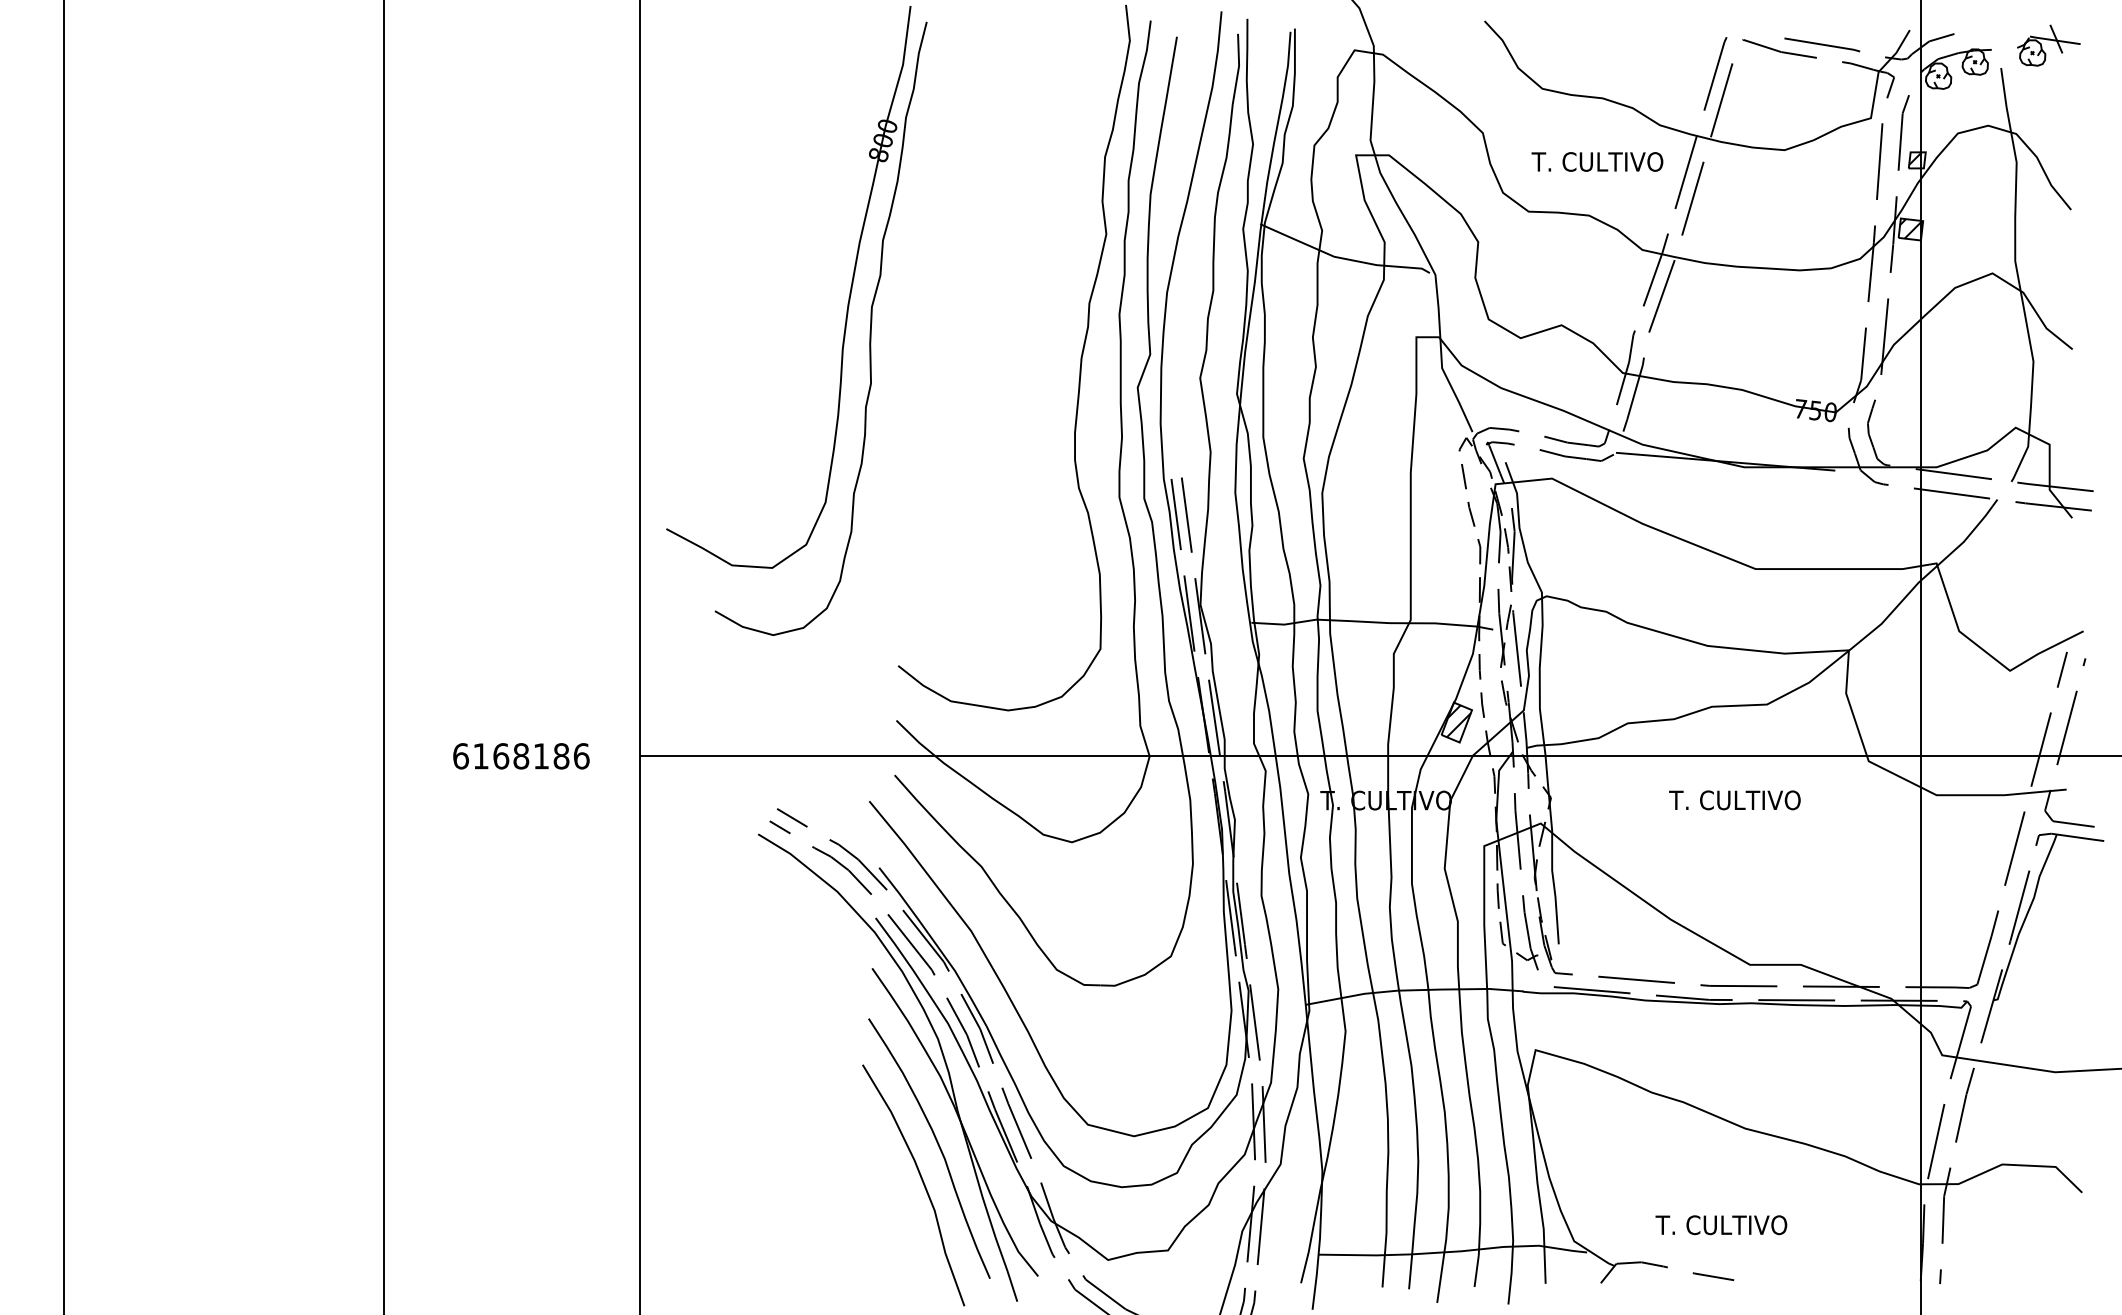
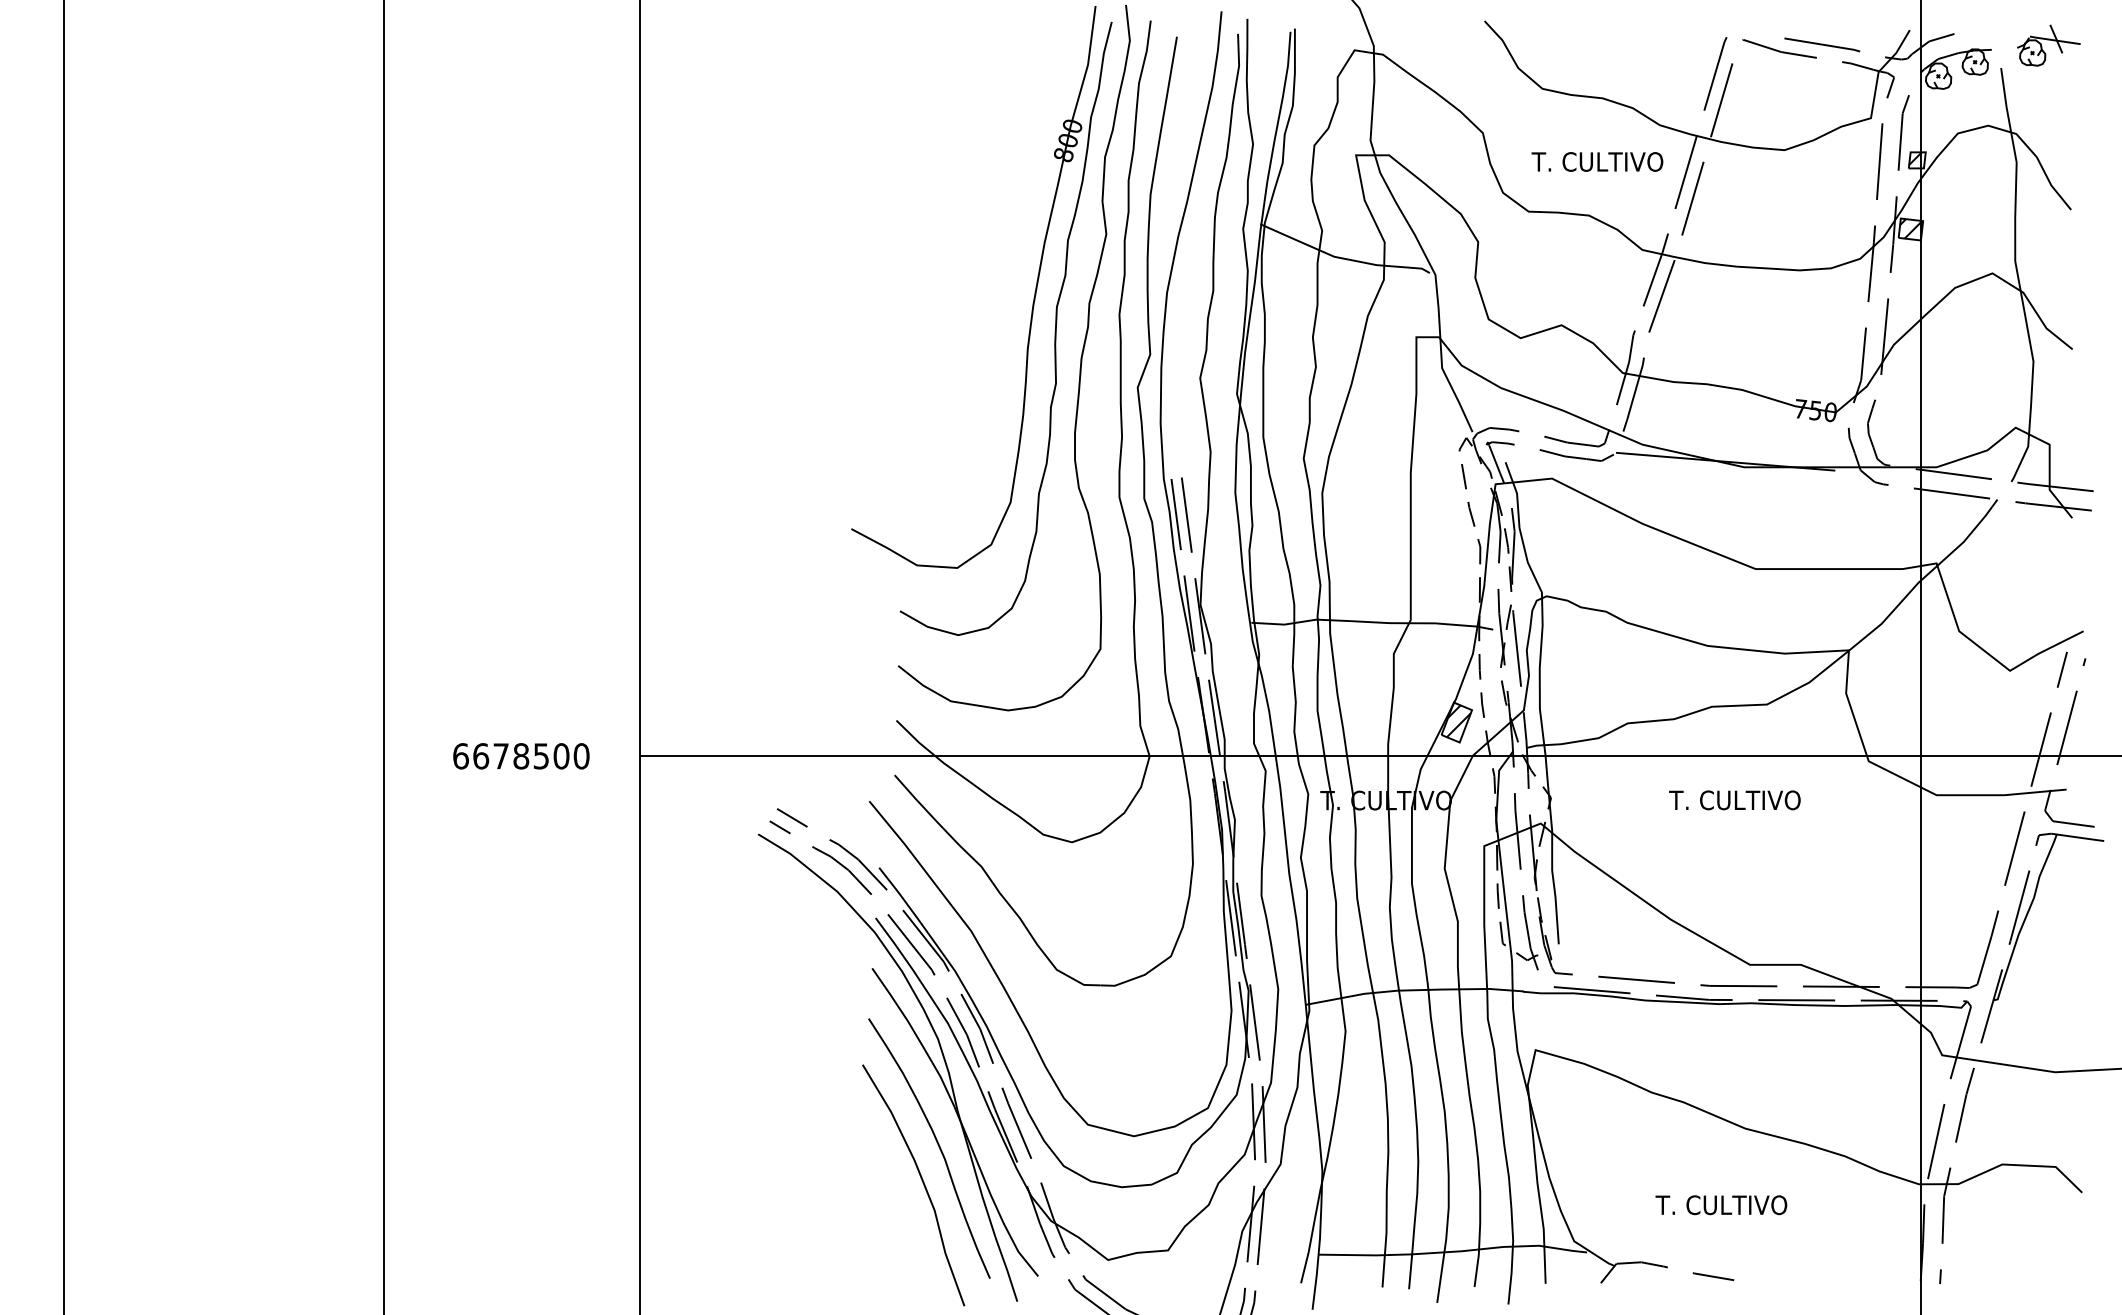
part at (844, 325) position: (844, 325) -> (1029, 325)
text at (531, 756): 6168186 -> 6678500
text at (1721, 1225) position: (1721, 1225) -> (1721, 1205)
